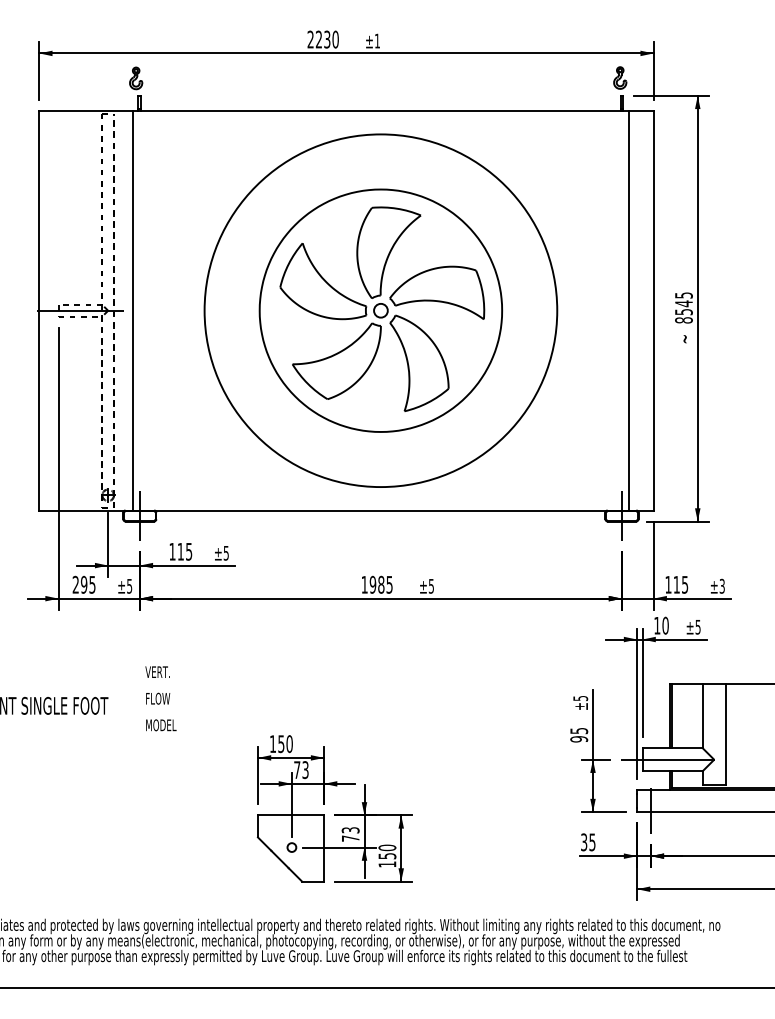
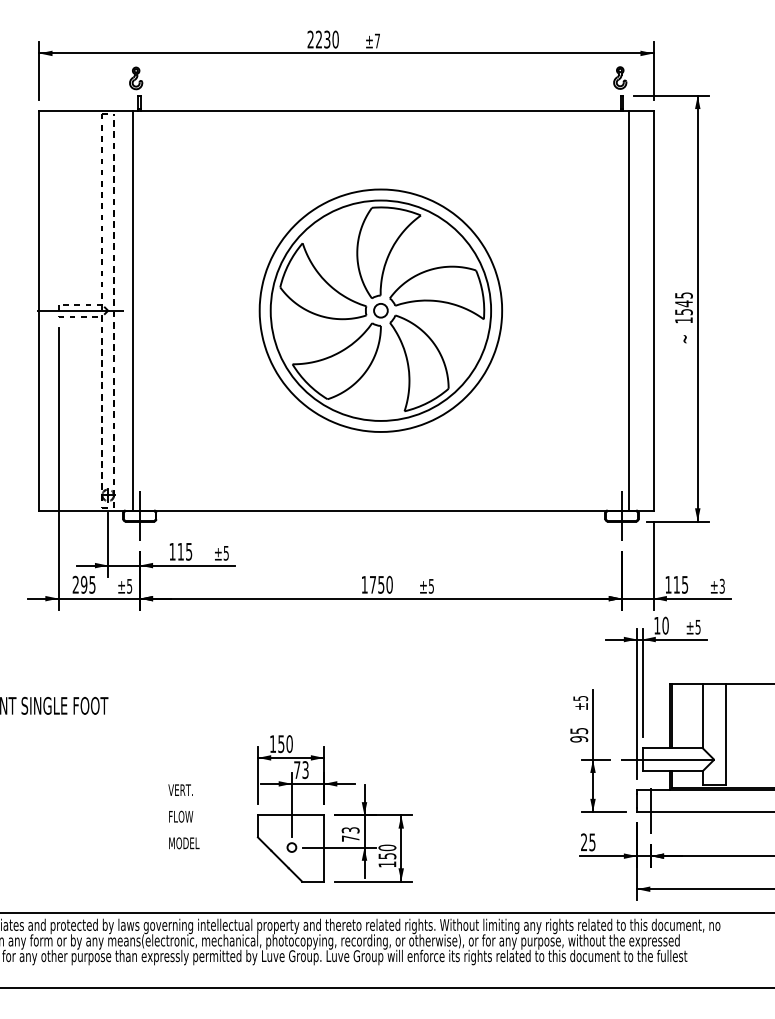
text at (377, 40): ±1 -> ±7
circle at (380, 310) diameter: 353 px -> 220 px
text at (683, 320): 8545 -> 1545
text at (380, 584): 1985 -> 1750
text at (160, 698) position: (160, 698) -> (183, 816)
text at (584, 842): 35 -> 25
line at (386, 912): none -> present
